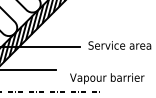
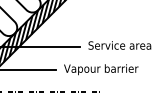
text at (107, 78) position: (107, 78) -> (101, 69)
